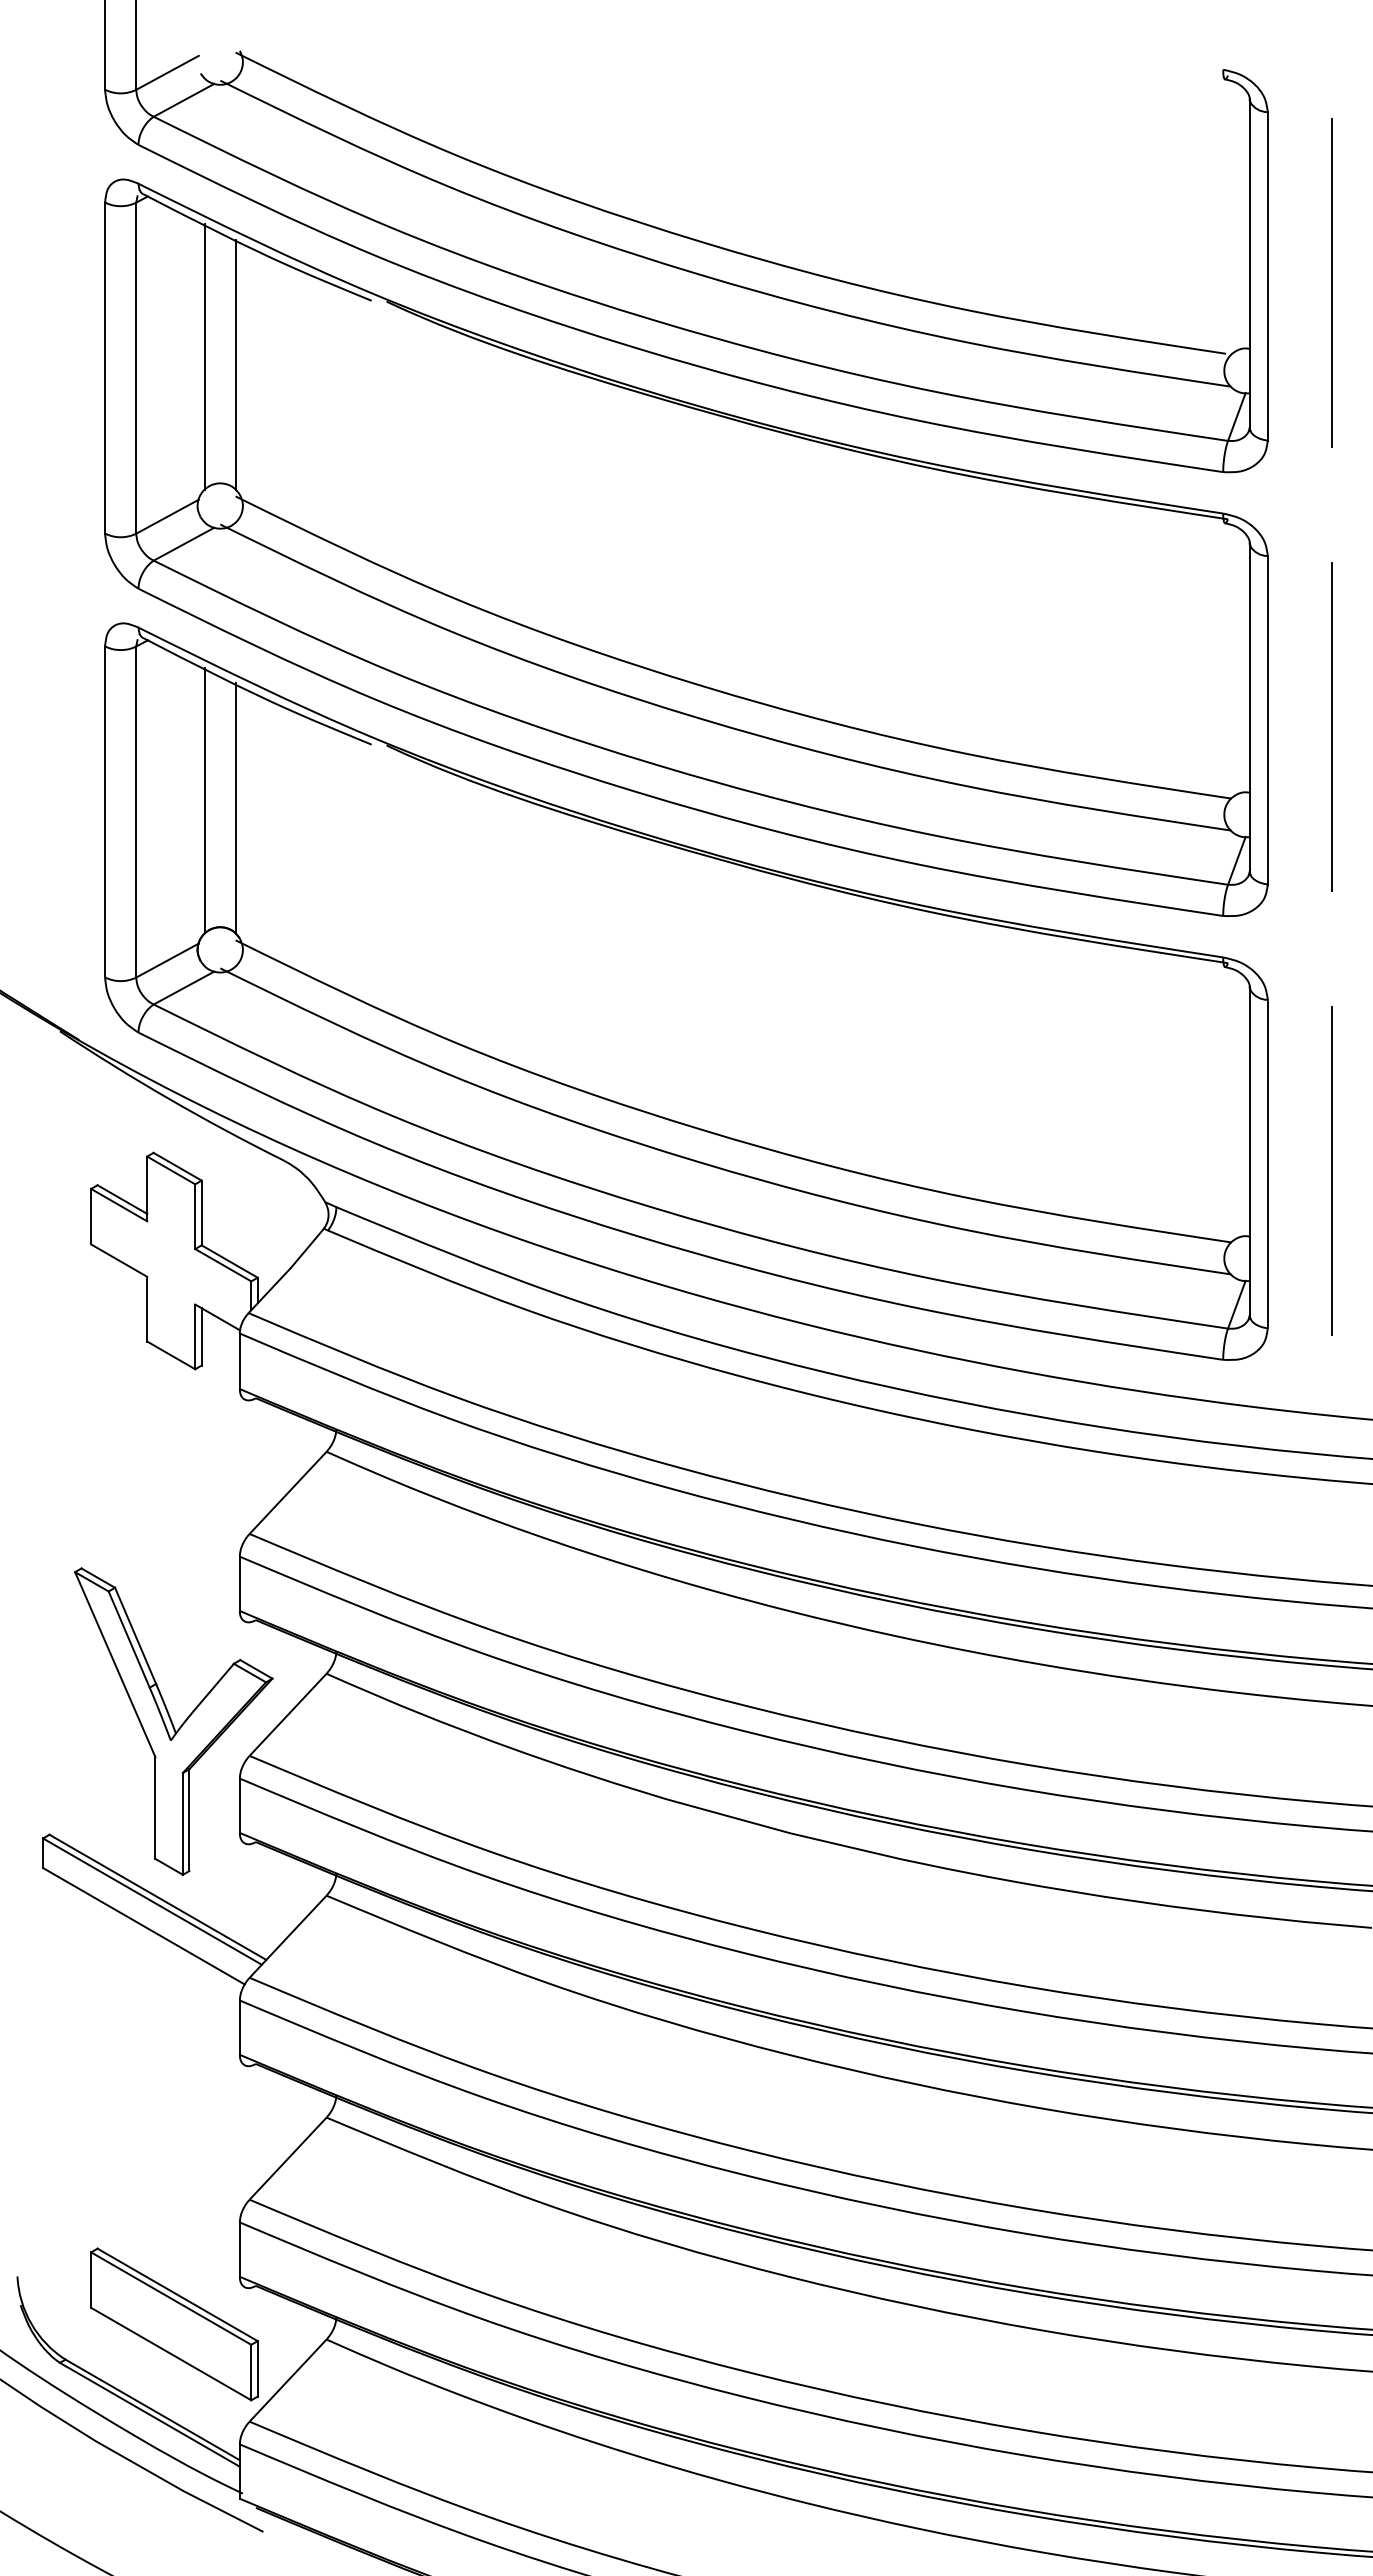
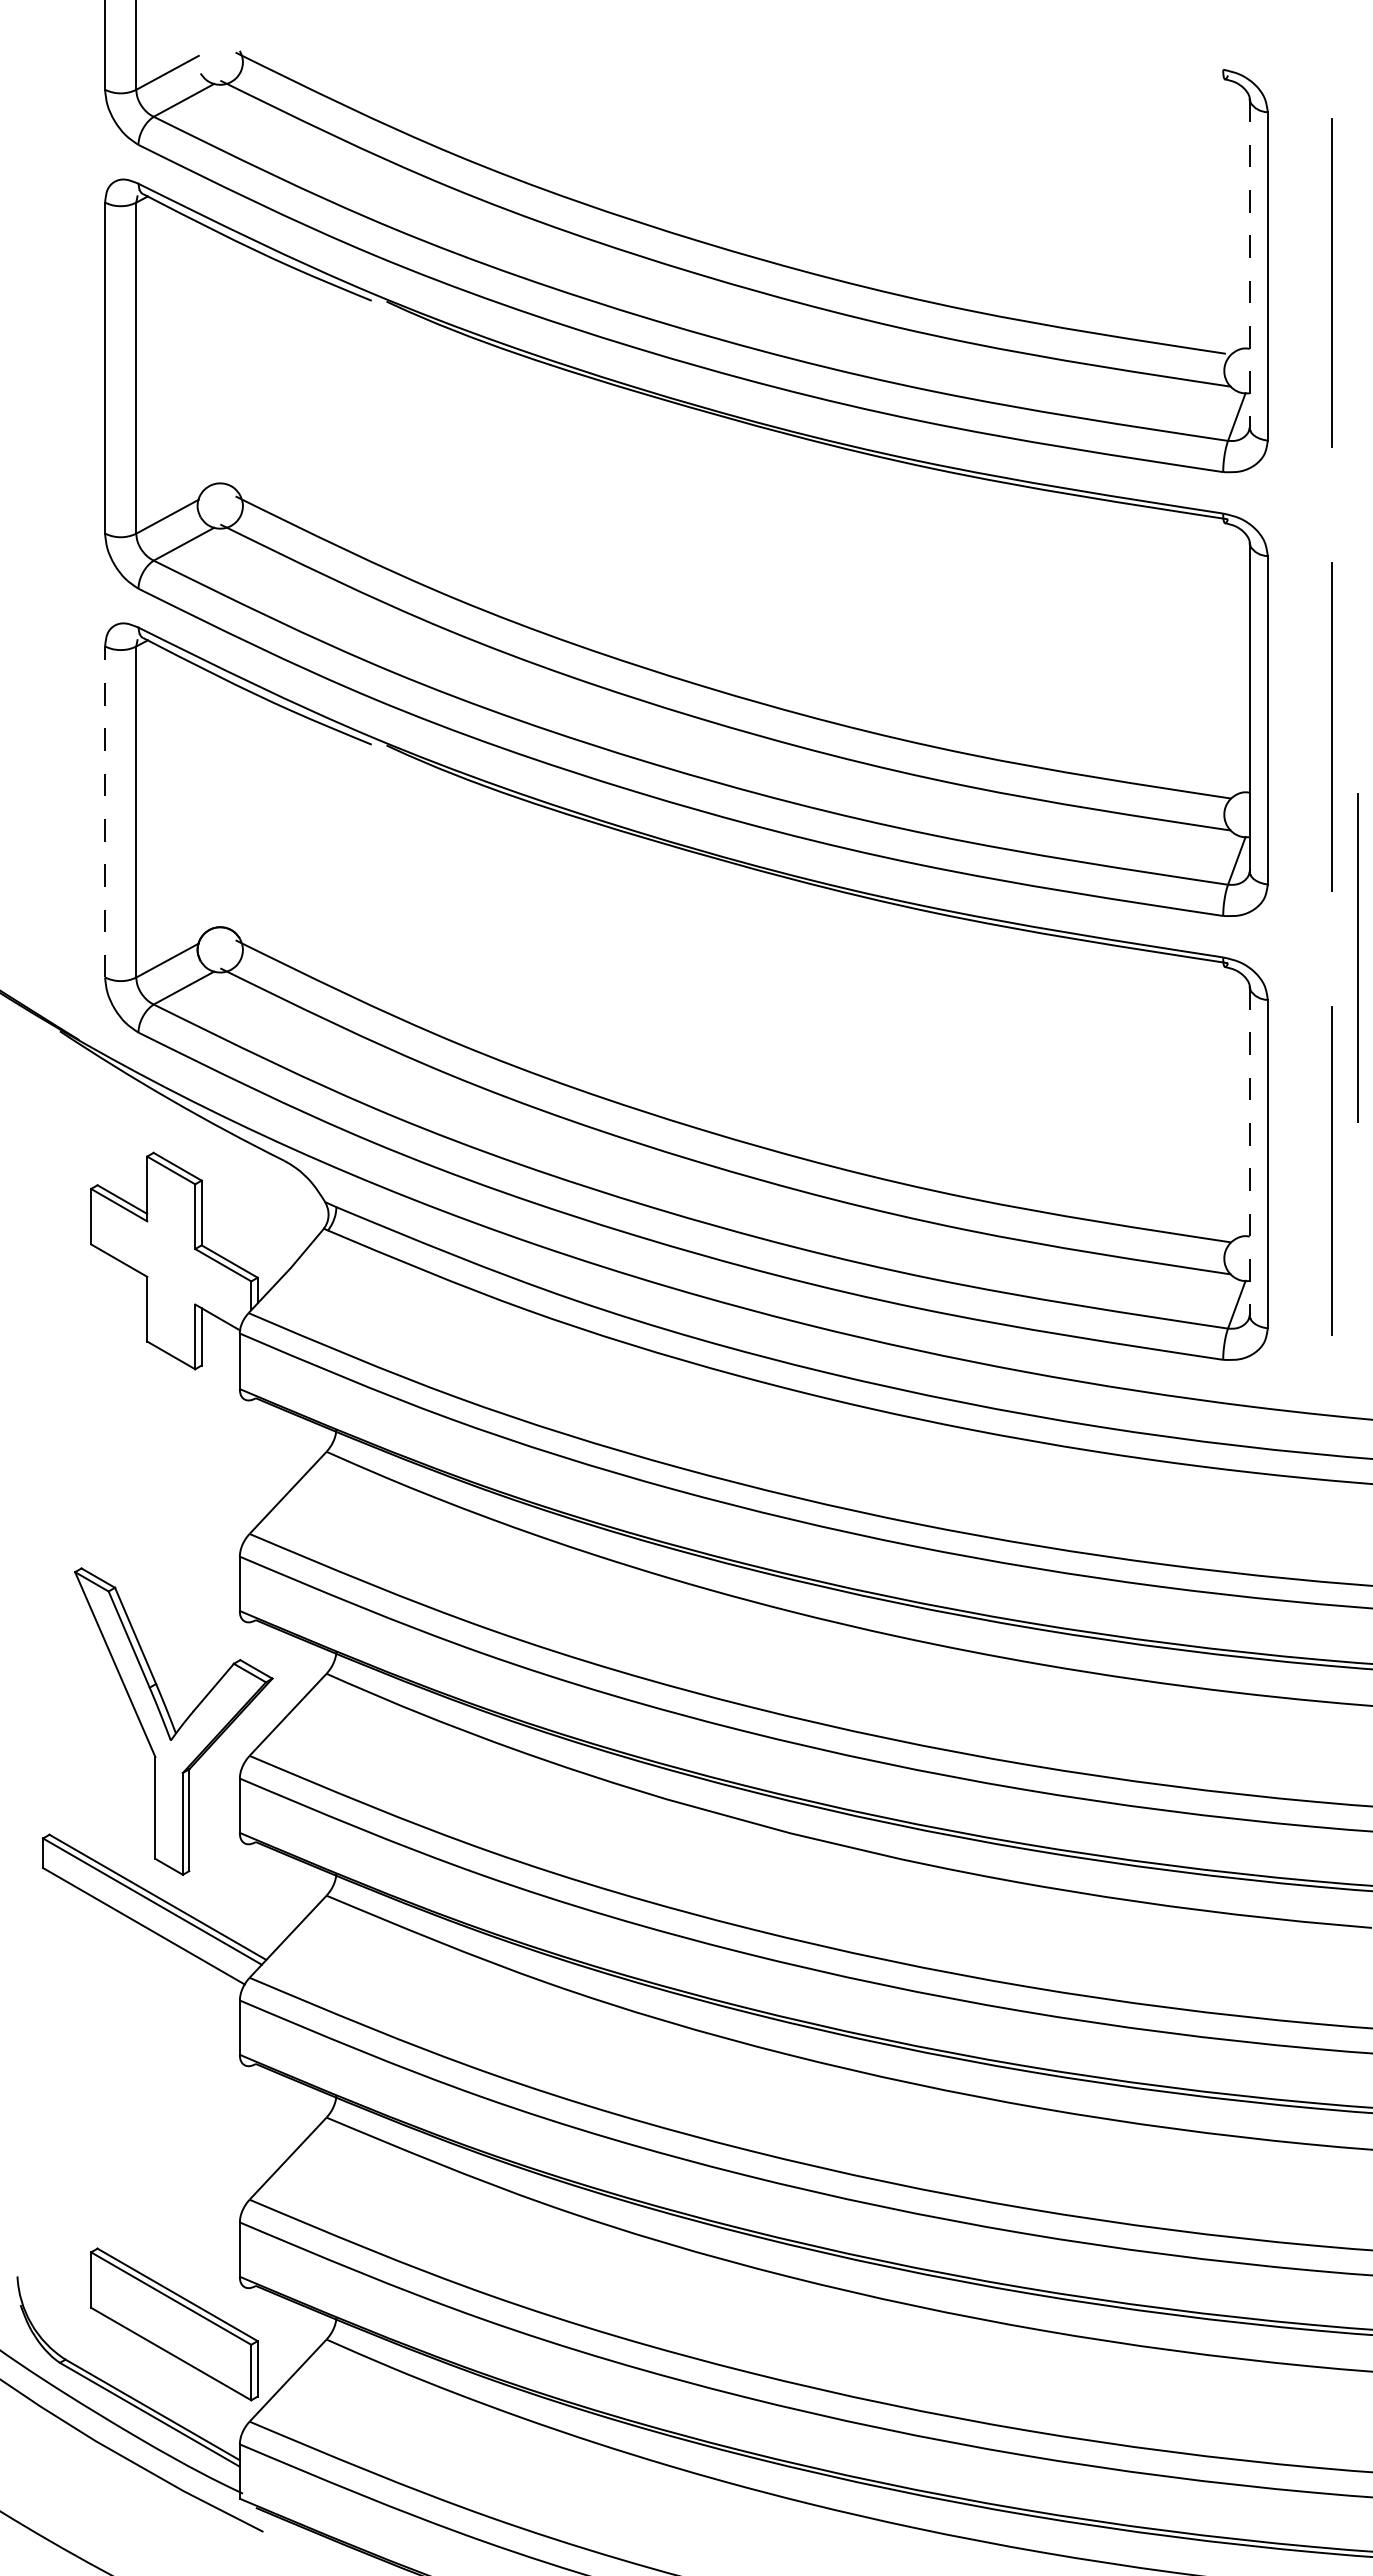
line at (1249, 264): solid -> dashed
line at (204, 356): present -> none
line at (235, 364): present -> none
line at (204, 800): present -> none
line at (235, 808): present -> none
line at (105, 811): solid -> dashed
line at (1357, 957): none -> present
line at (1249, 1151): solid -> dashed
